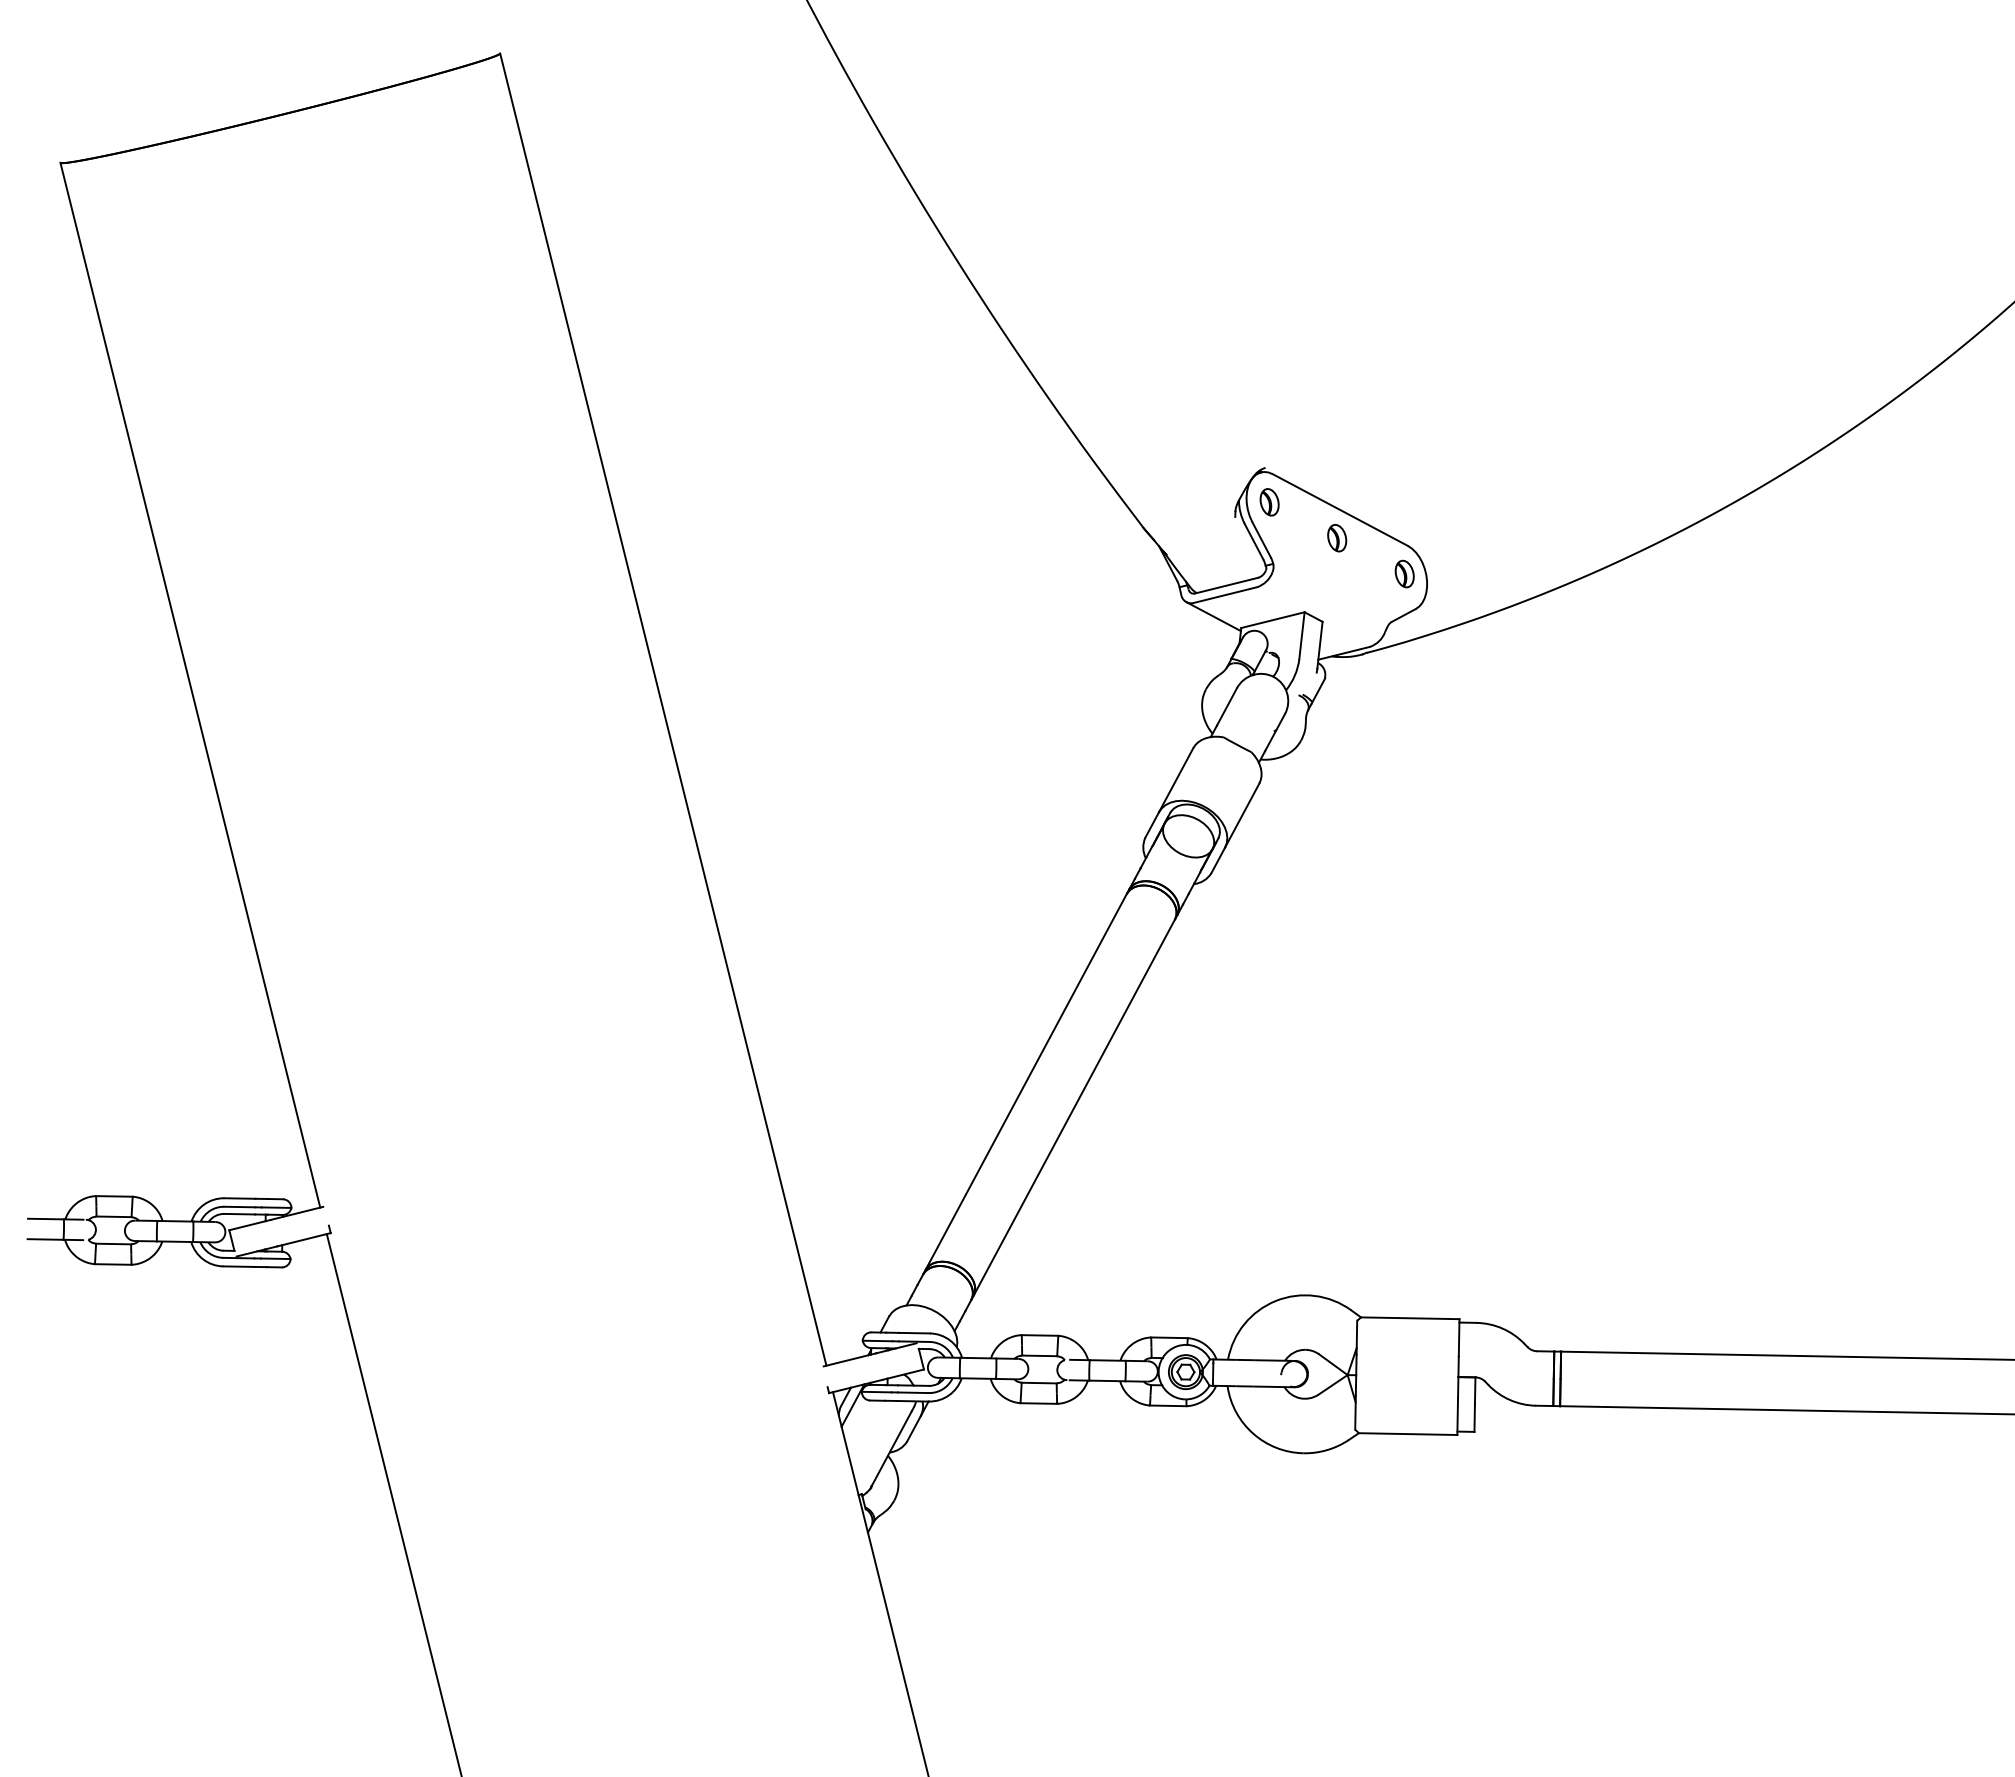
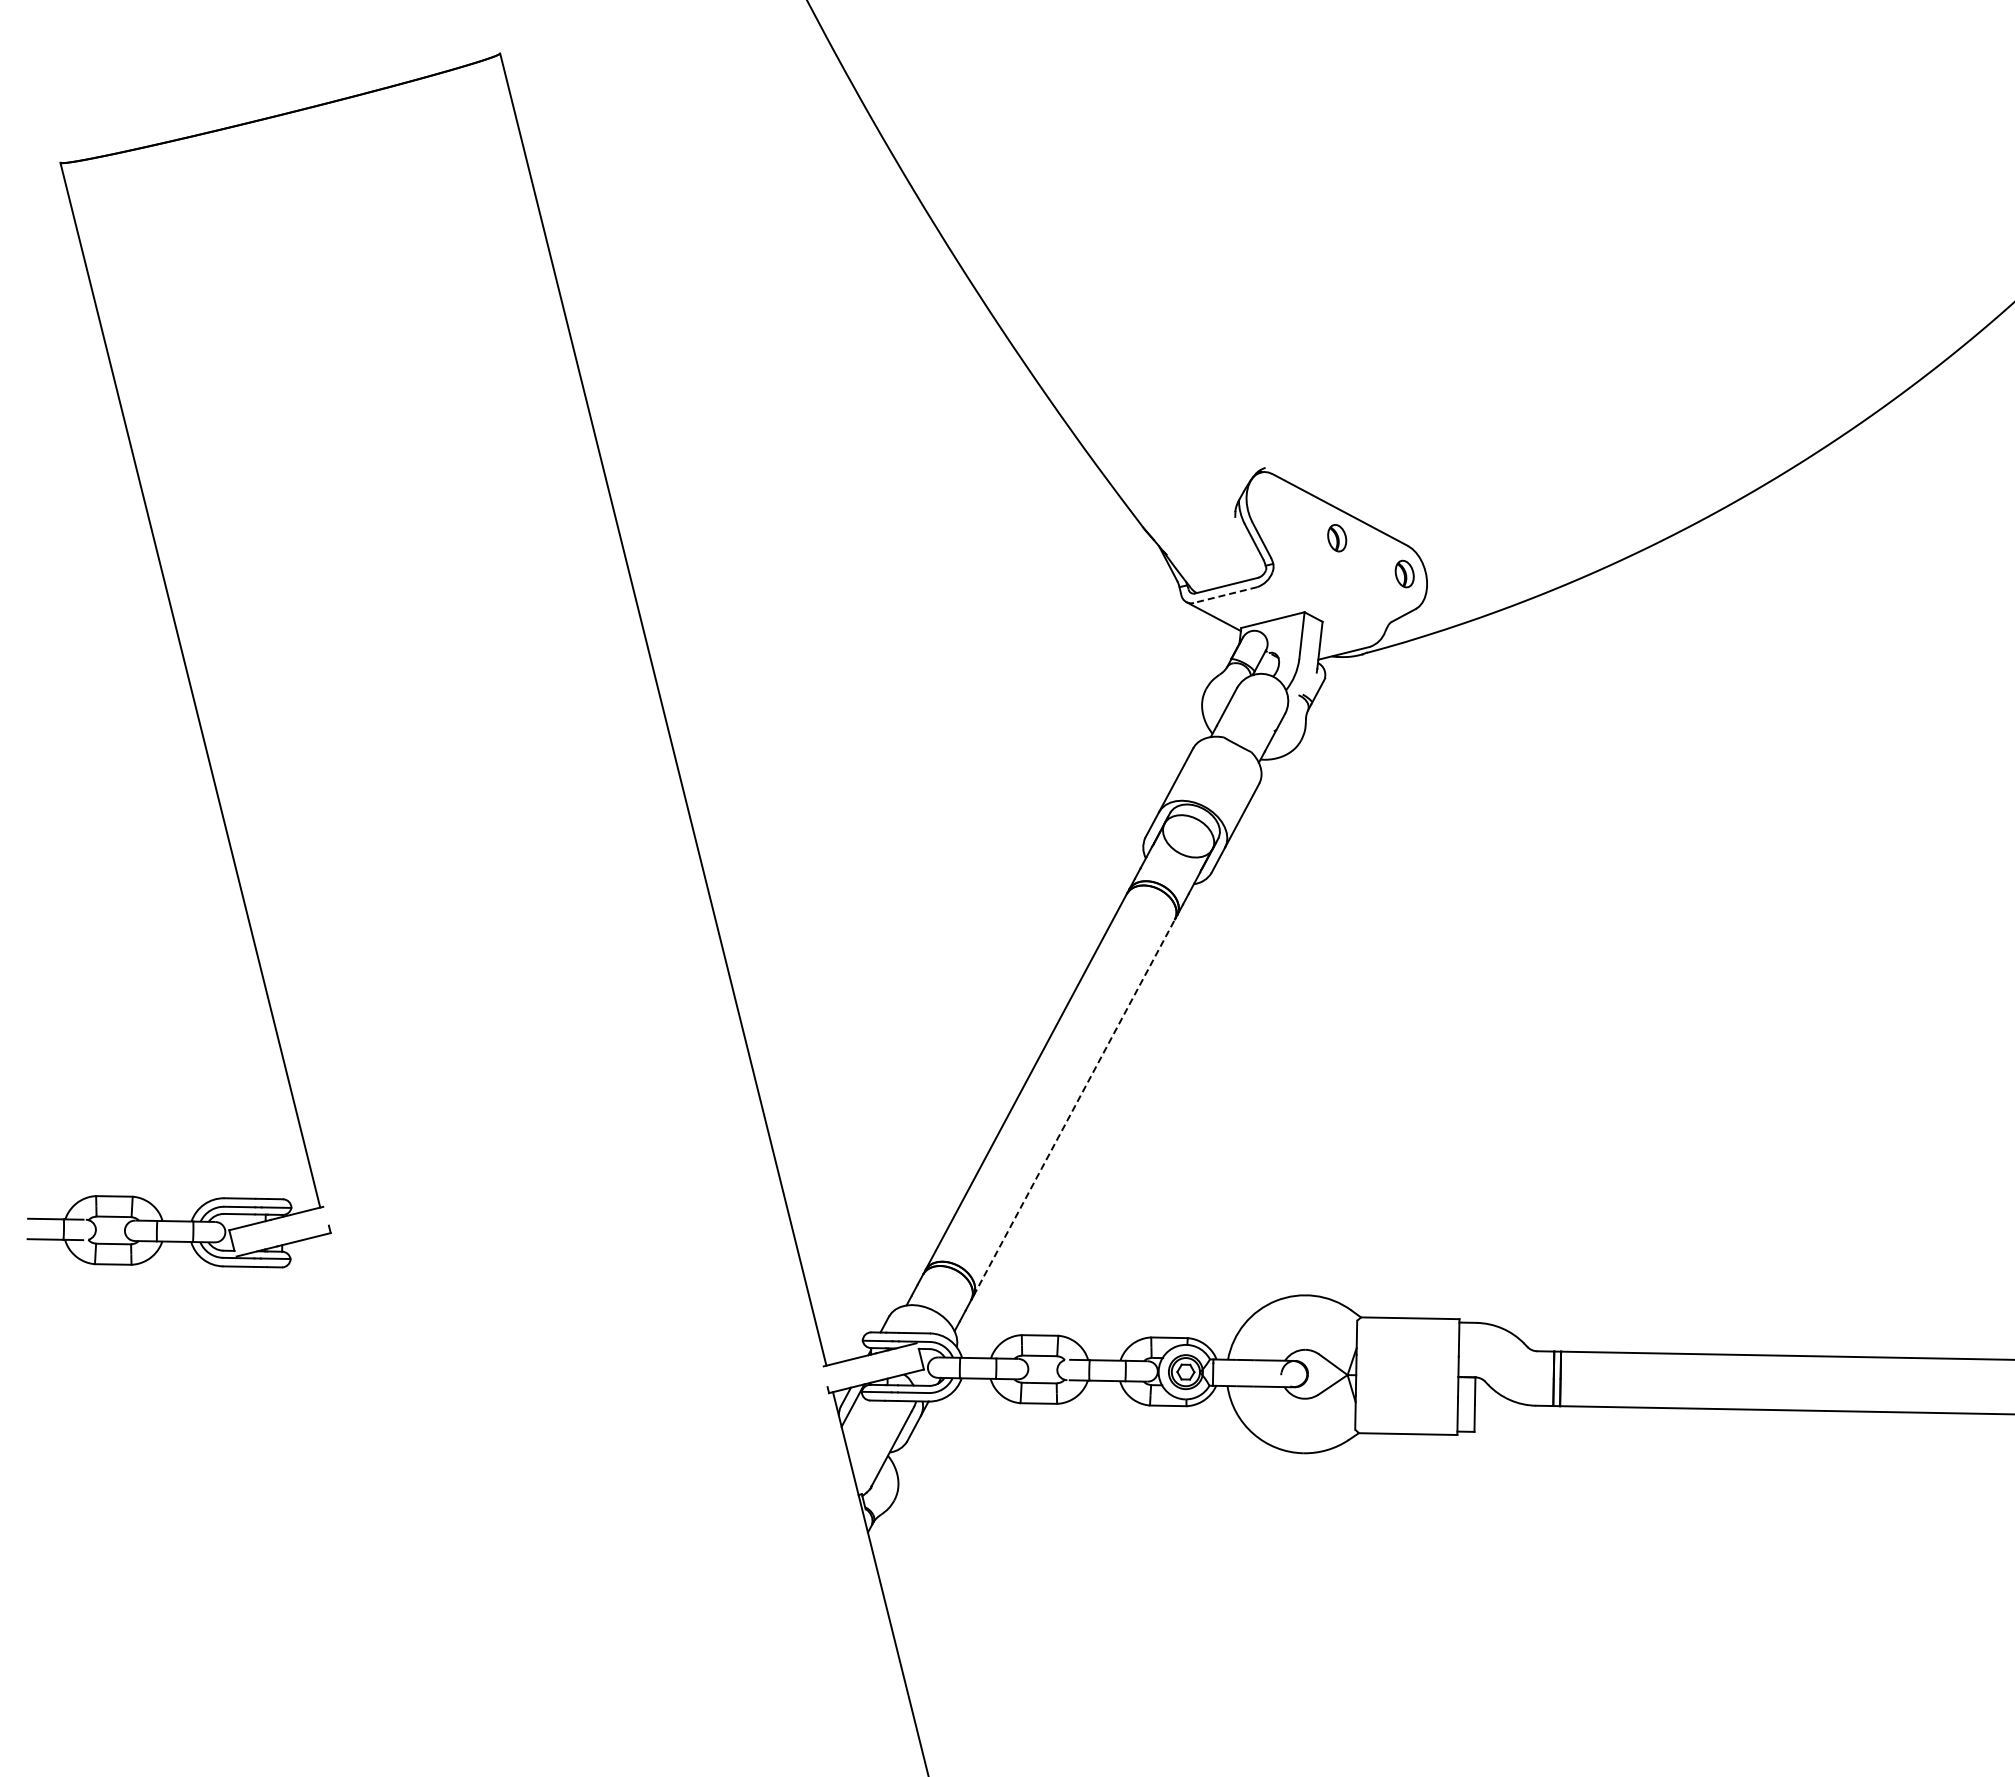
part at (1269, 502): present -> none
line at (1225, 595): solid -> dashed
line at (1074, 1107): solid -> dashed
line at (393, 1503): present -> none
